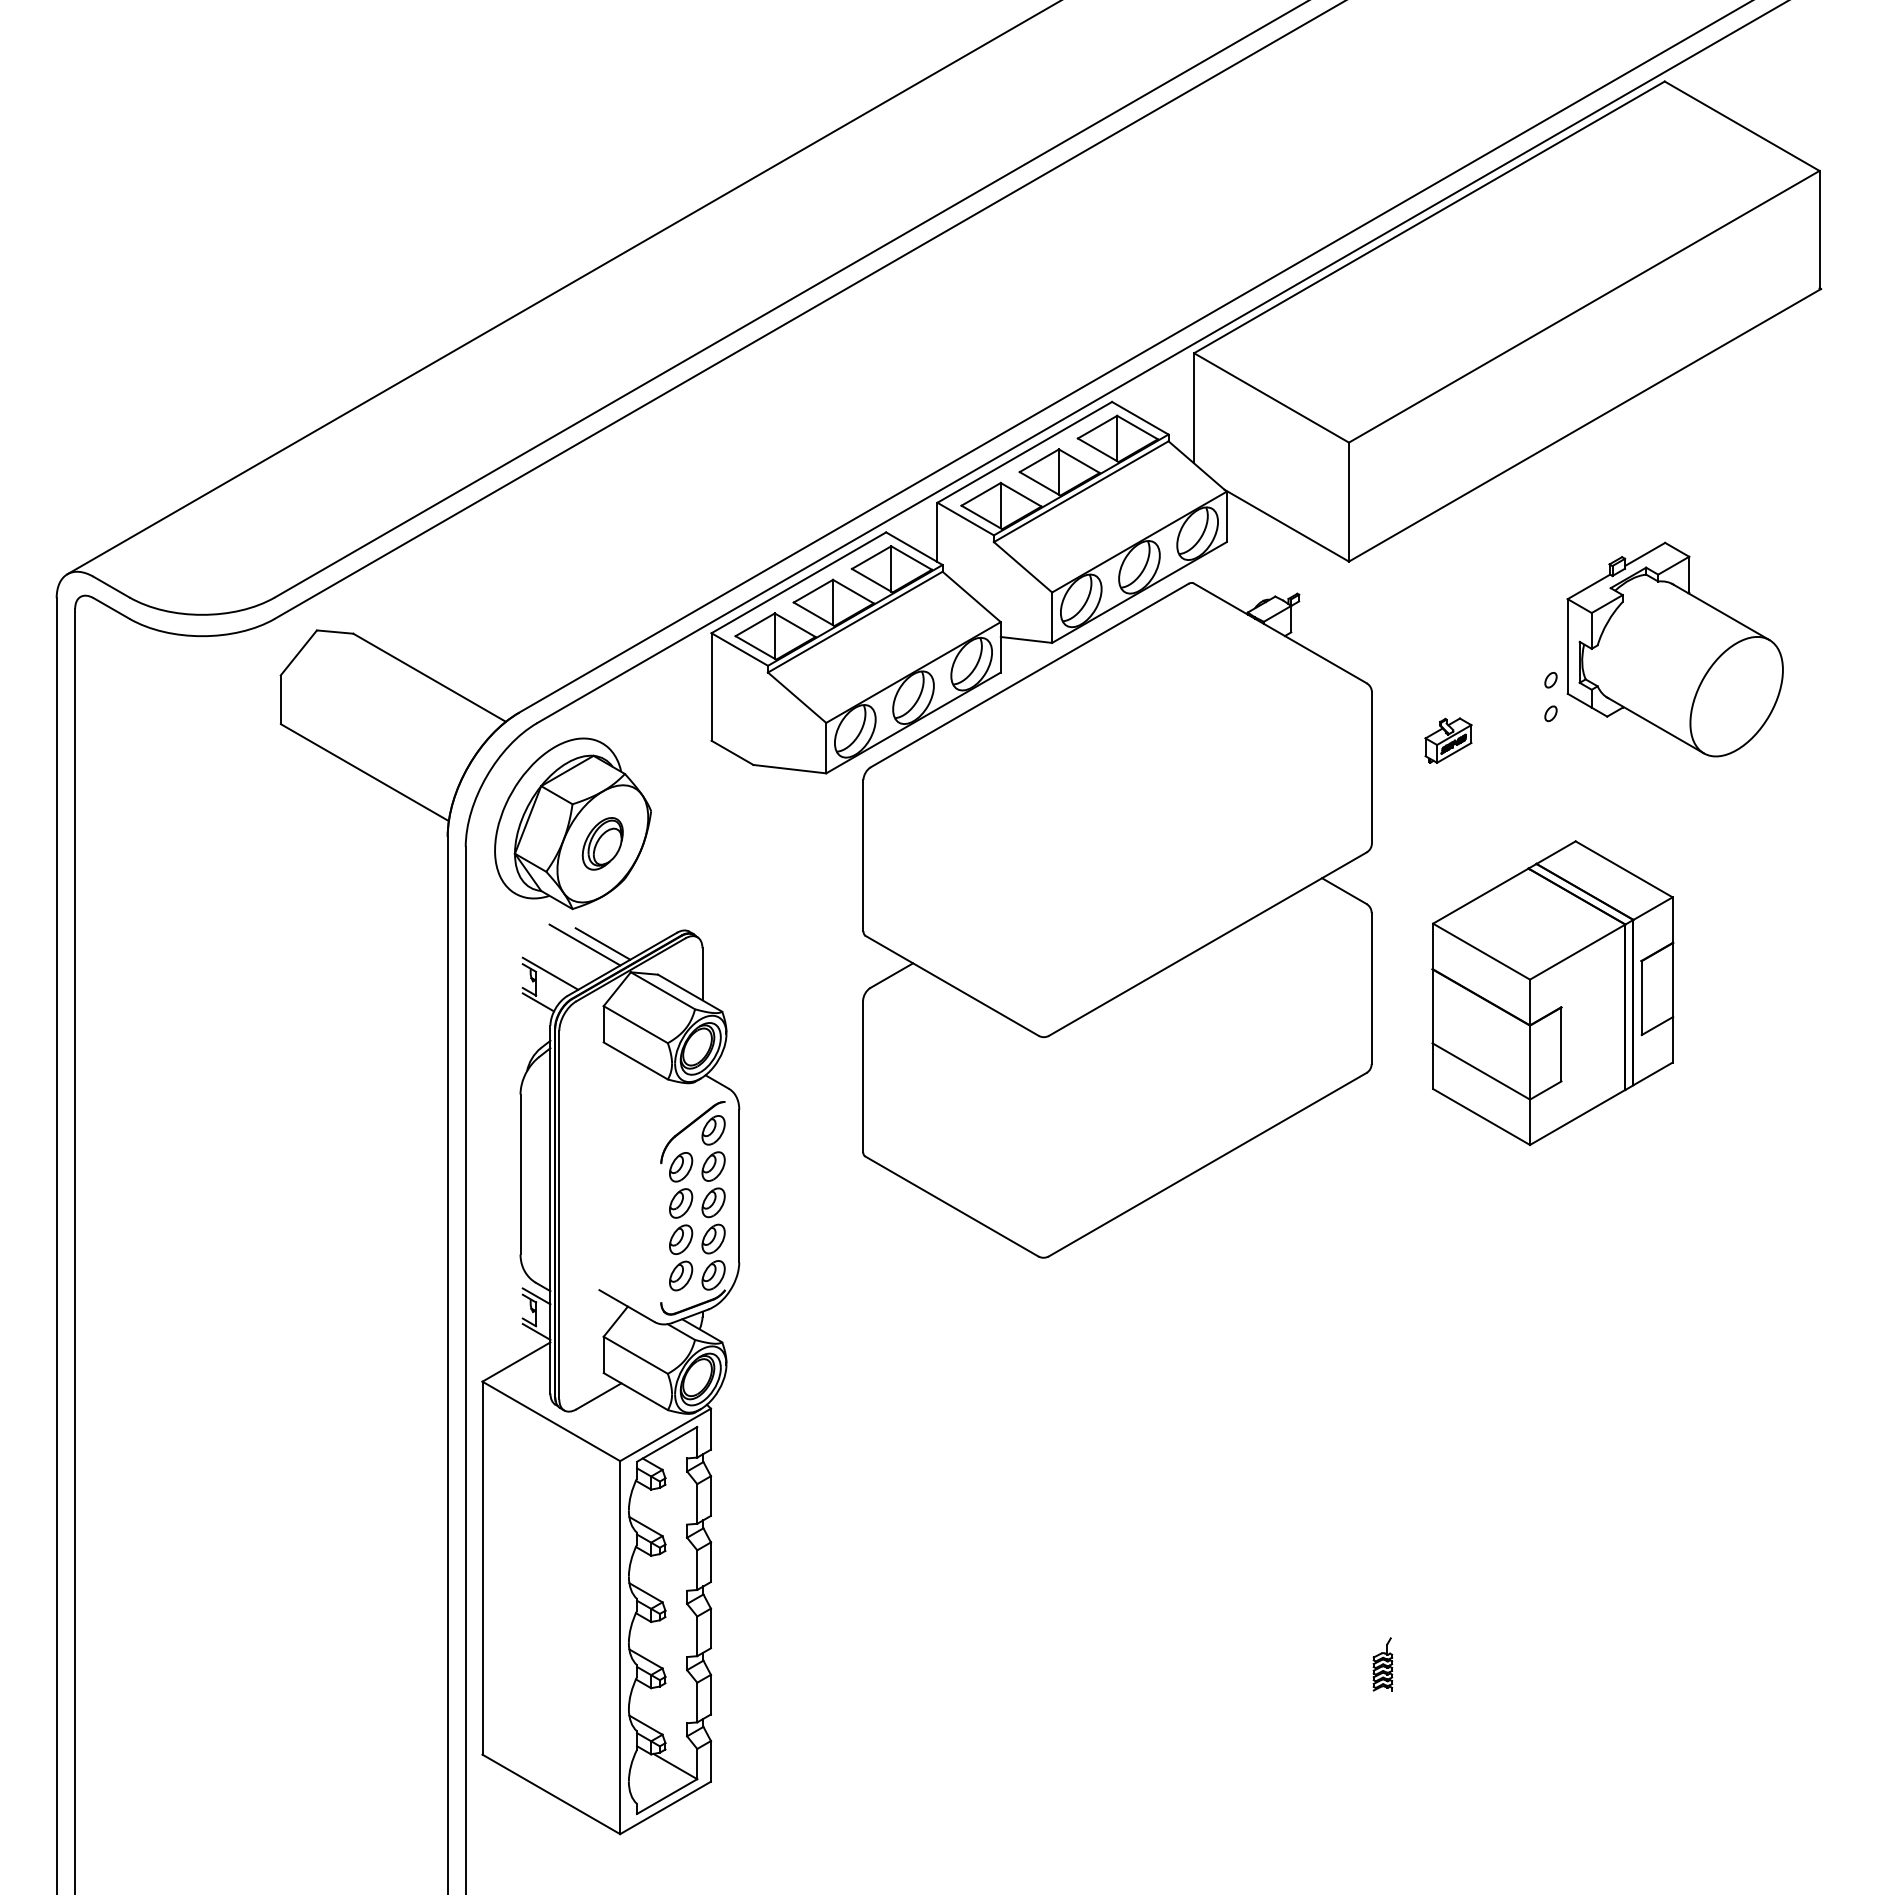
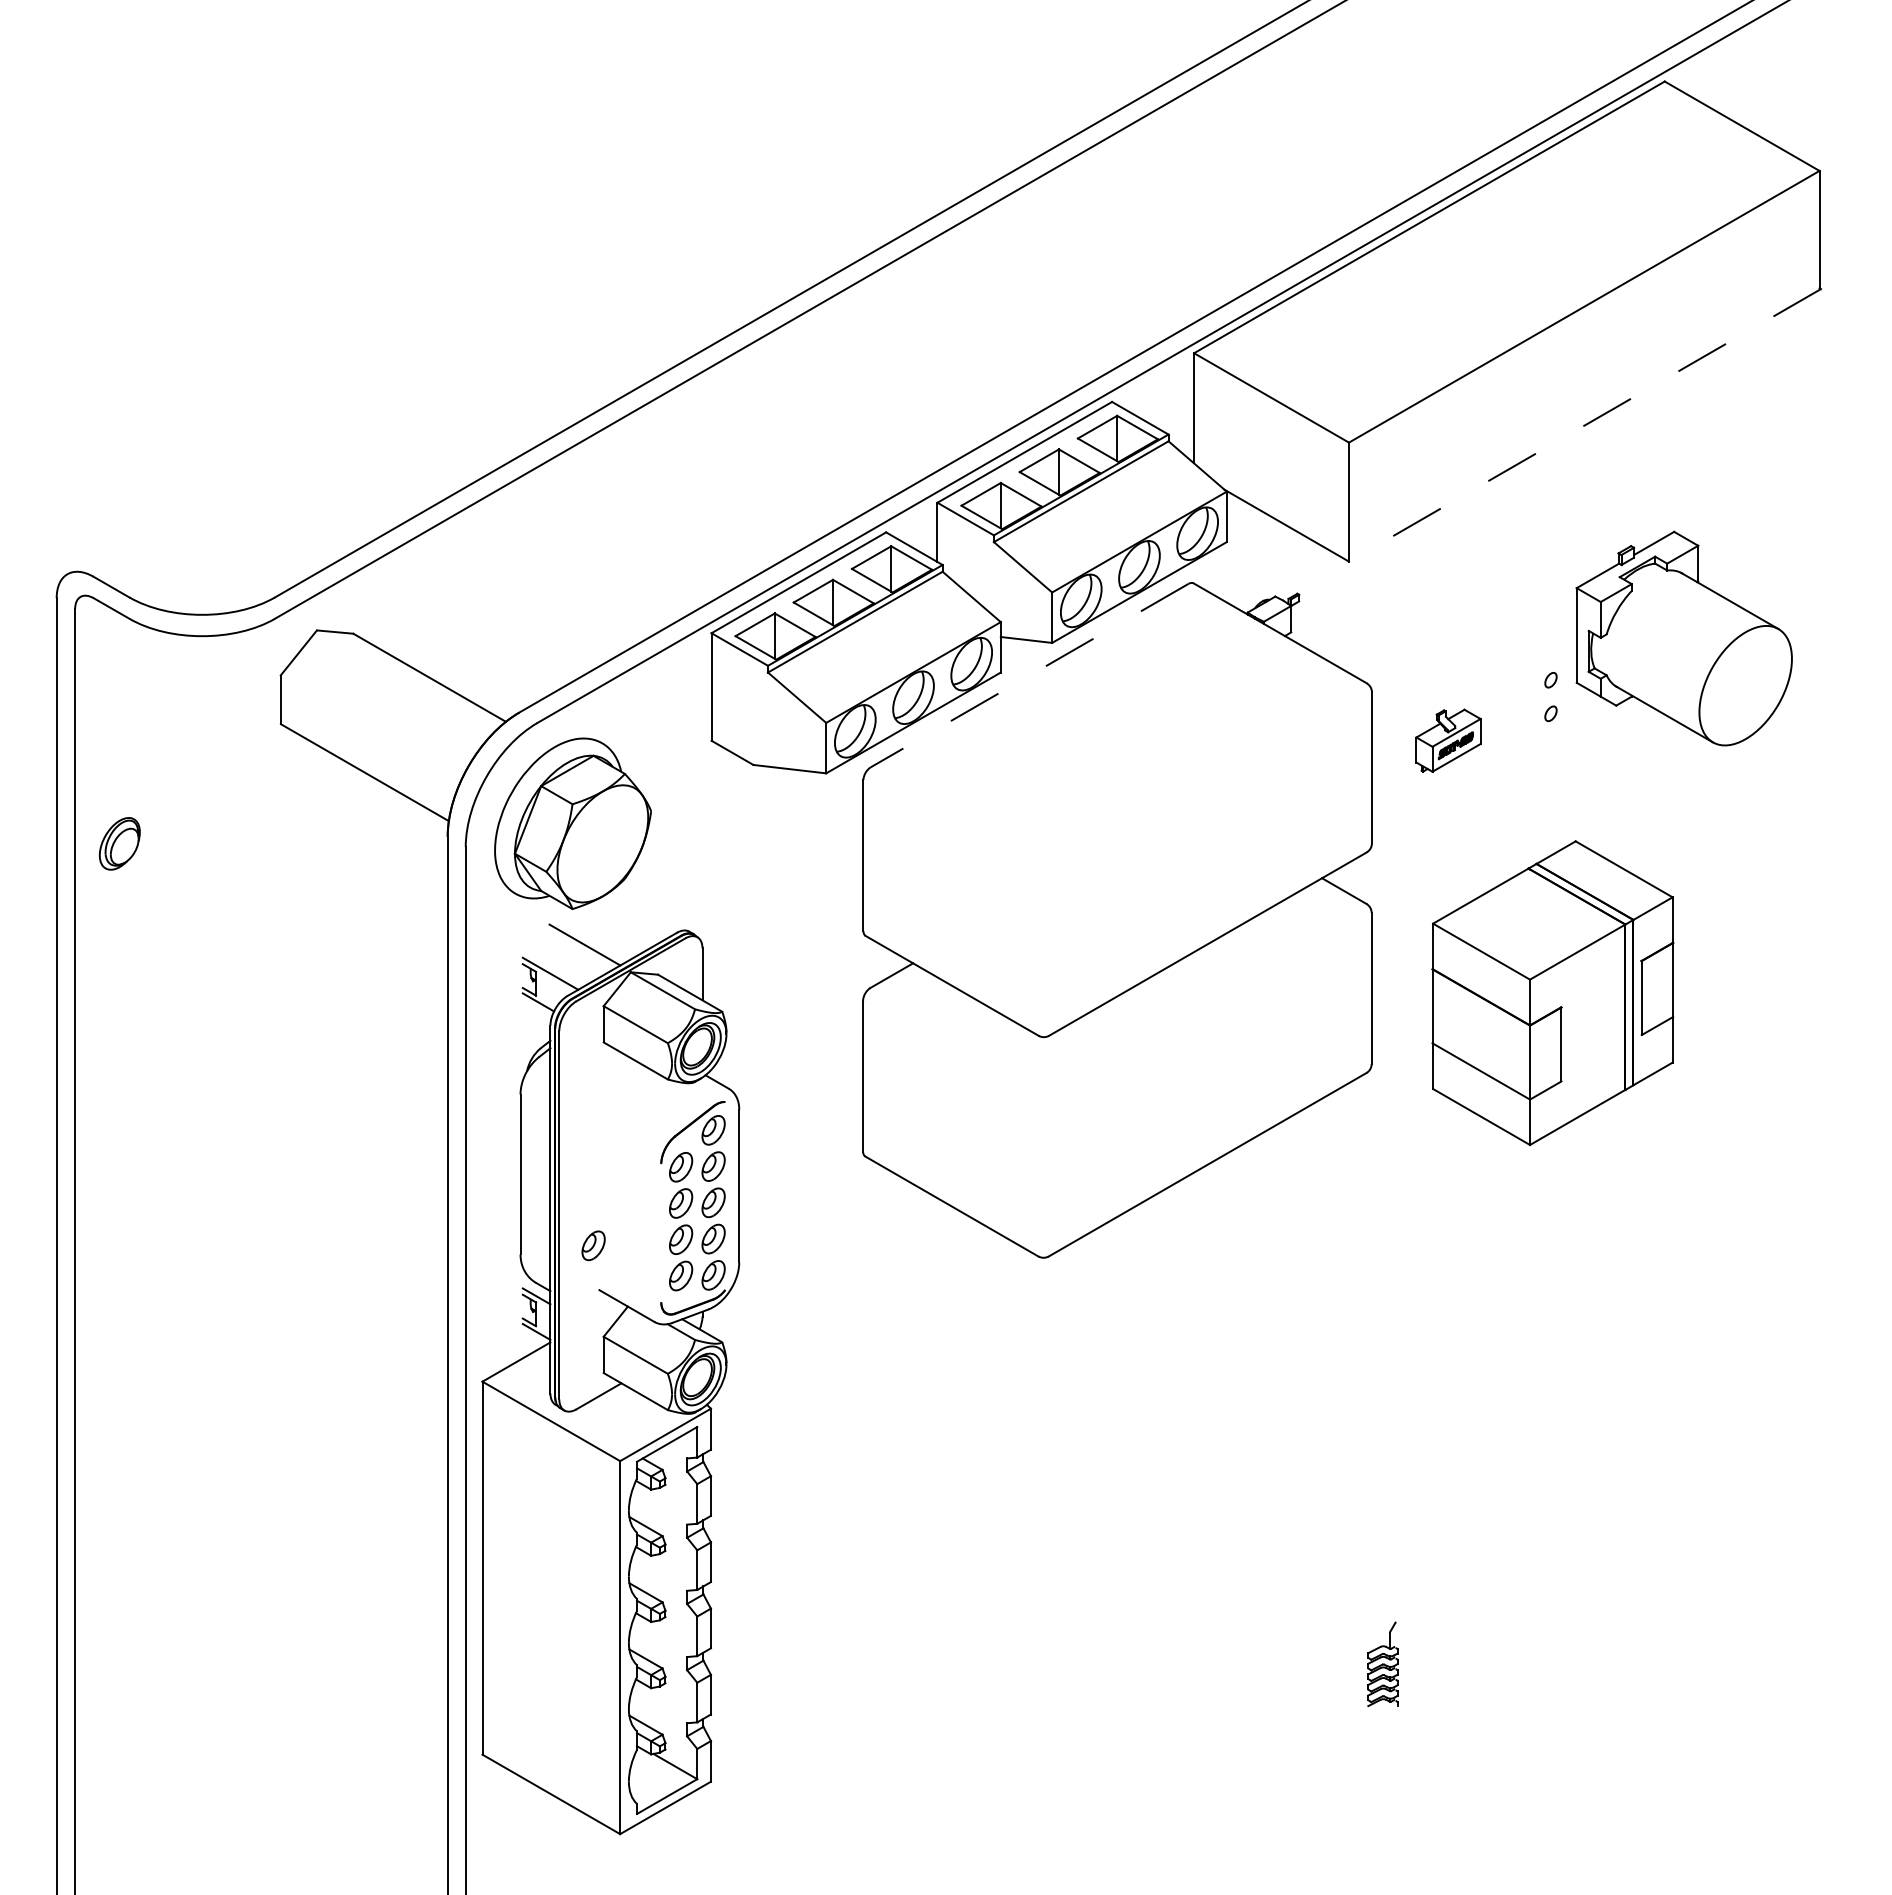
line at (562, 288): present -> none
line at (1584, 425): solid -> dashed
part at (1674, 649) position: (1674, 649) -> (1683, 638)
line at (1029, 675): solid -> dashed
part at (1448, 740) size: 49x47 px -> 67x65 px
part at (602, 843) position: (602, 843) -> (119, 843)
line at (602, 943): present -> none
part at (593, 1245): none -> present
part at (1382, 1664) size: 22x55 px -> 32x87 px
